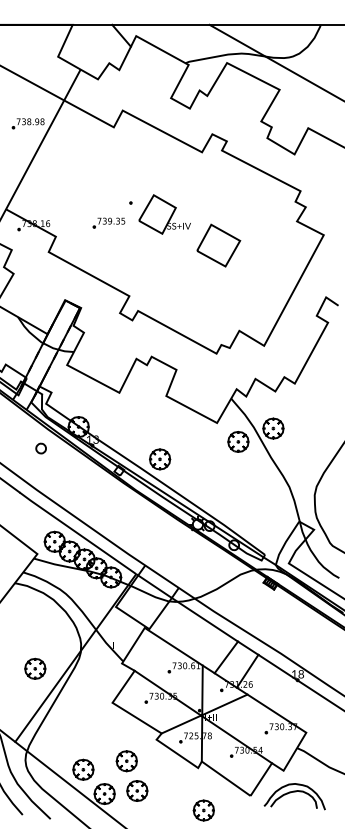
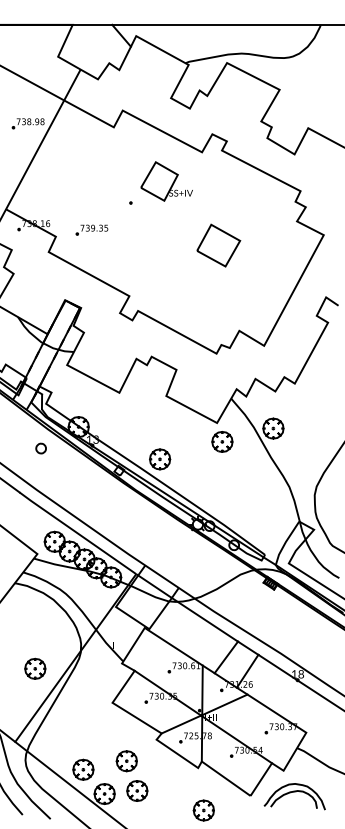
line at (275, 61): present -> none
part at (164, 214) position: (164, 214) -> (166, 181)
part at (108, 222) position: (108, 222) -> (91, 229)
part at (238, 441) position: (238, 441) -> (222, 441)
